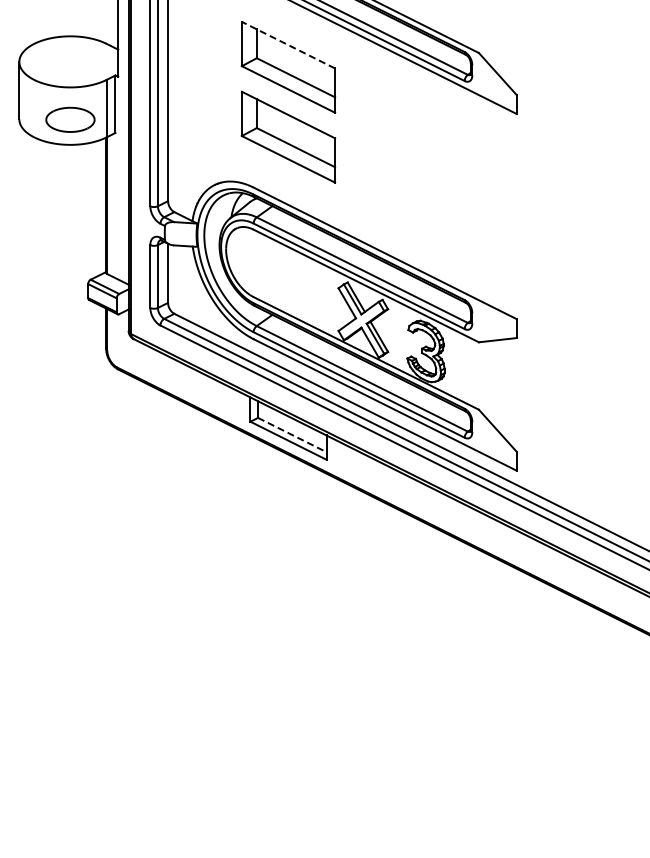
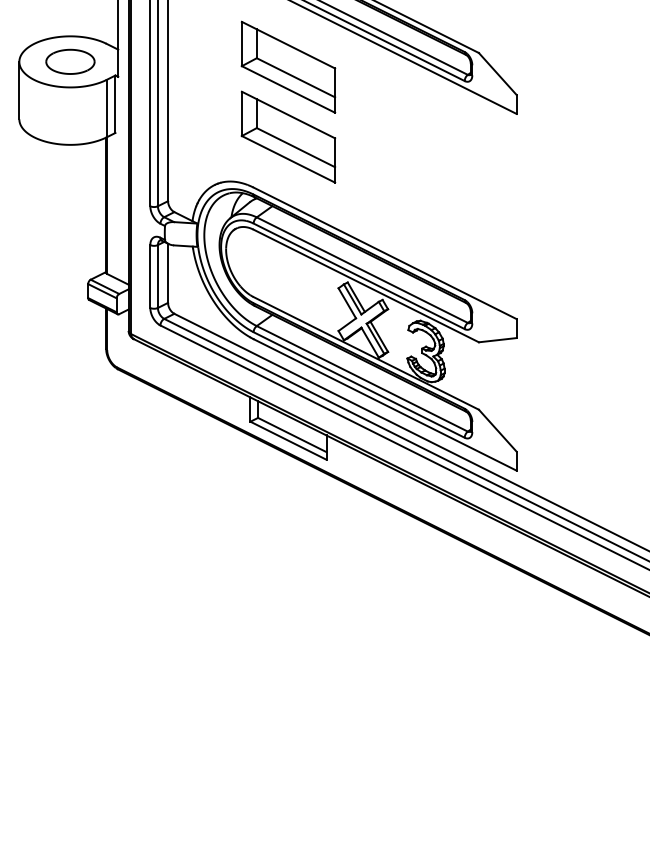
line at (288, 44): dashed -> solid
part at (70, 119) position: (70, 119) -> (70, 61)
line at (292, 435): dashed -> solid
